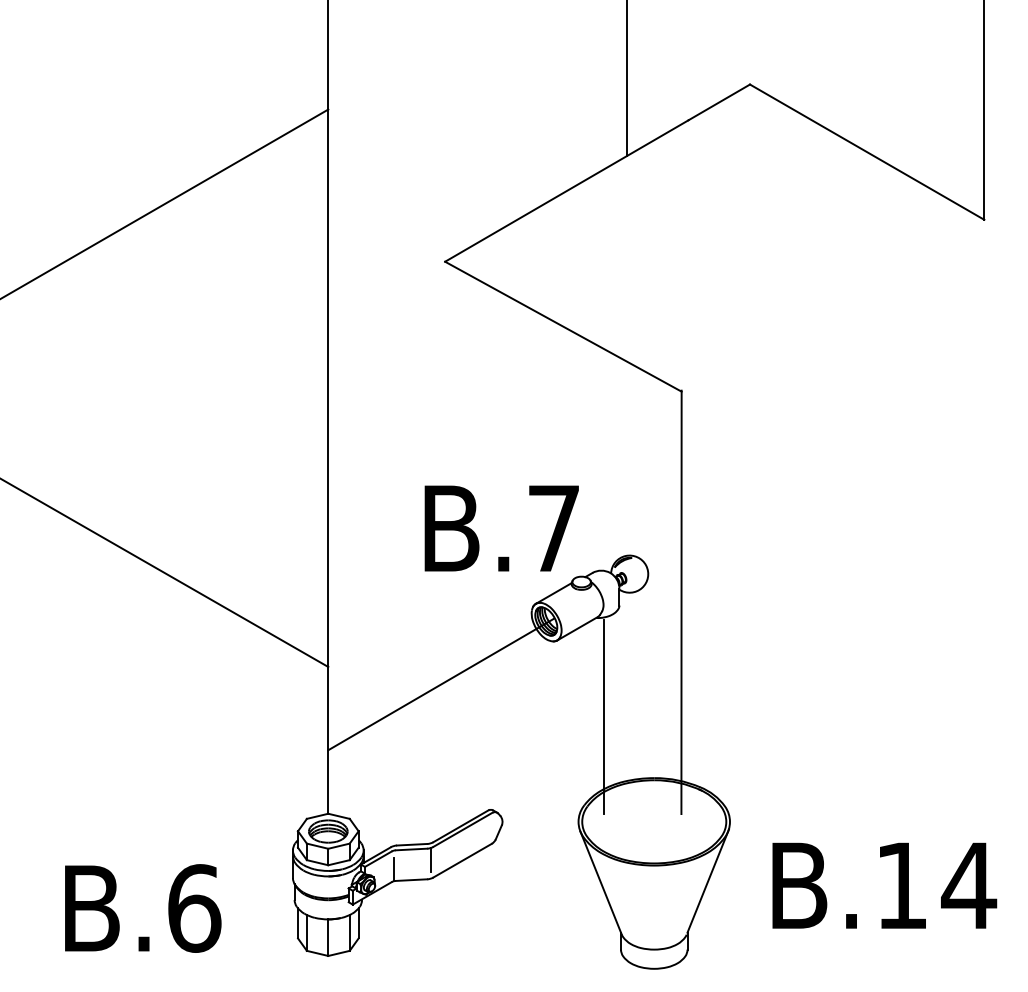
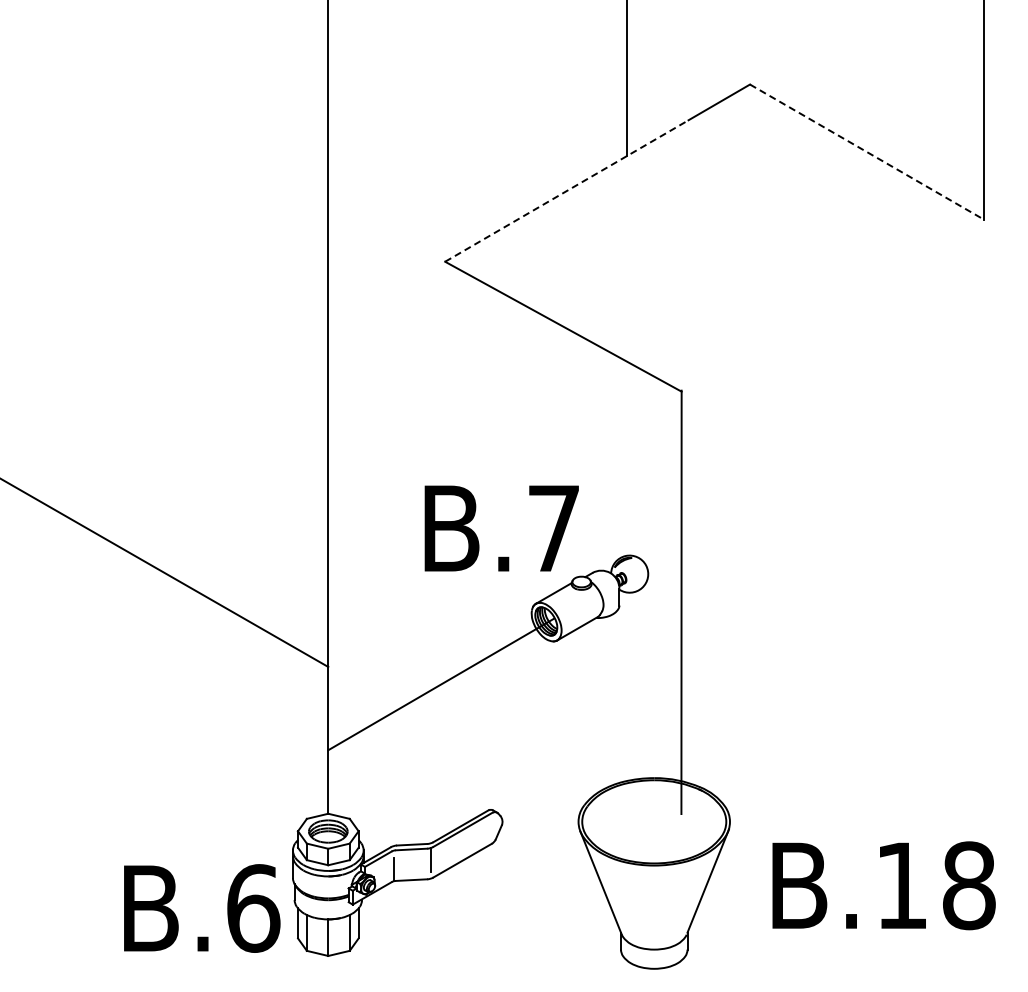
line at (867, 152): solid -> dashed
line at (566, 191): solid -> dashed
line at (165, 203): present -> none
line at (604, 716): present -> none
text at (969, 885): B.14 -> B.18
text at (143, 908) position: (143, 908) -> (202, 908)
